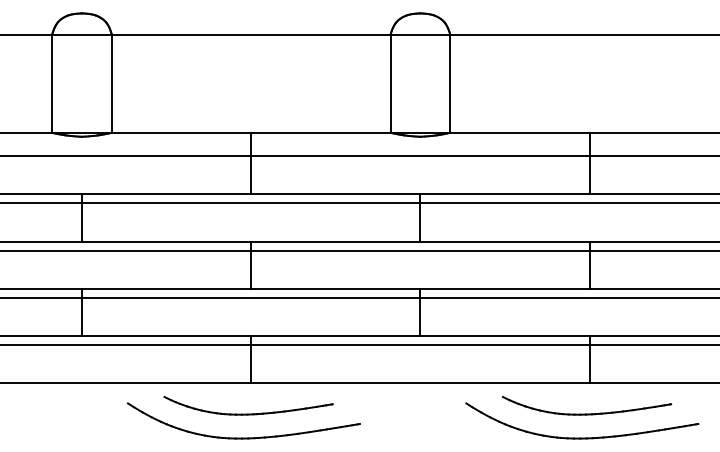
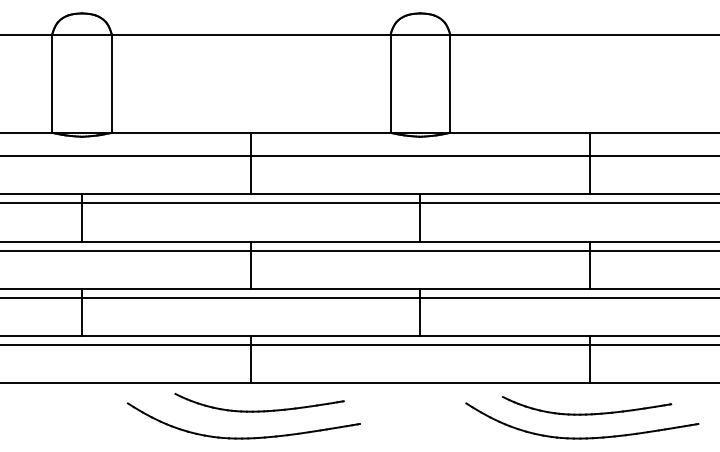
part at (248, 413) position: (248, 413) -> (259, 410)
